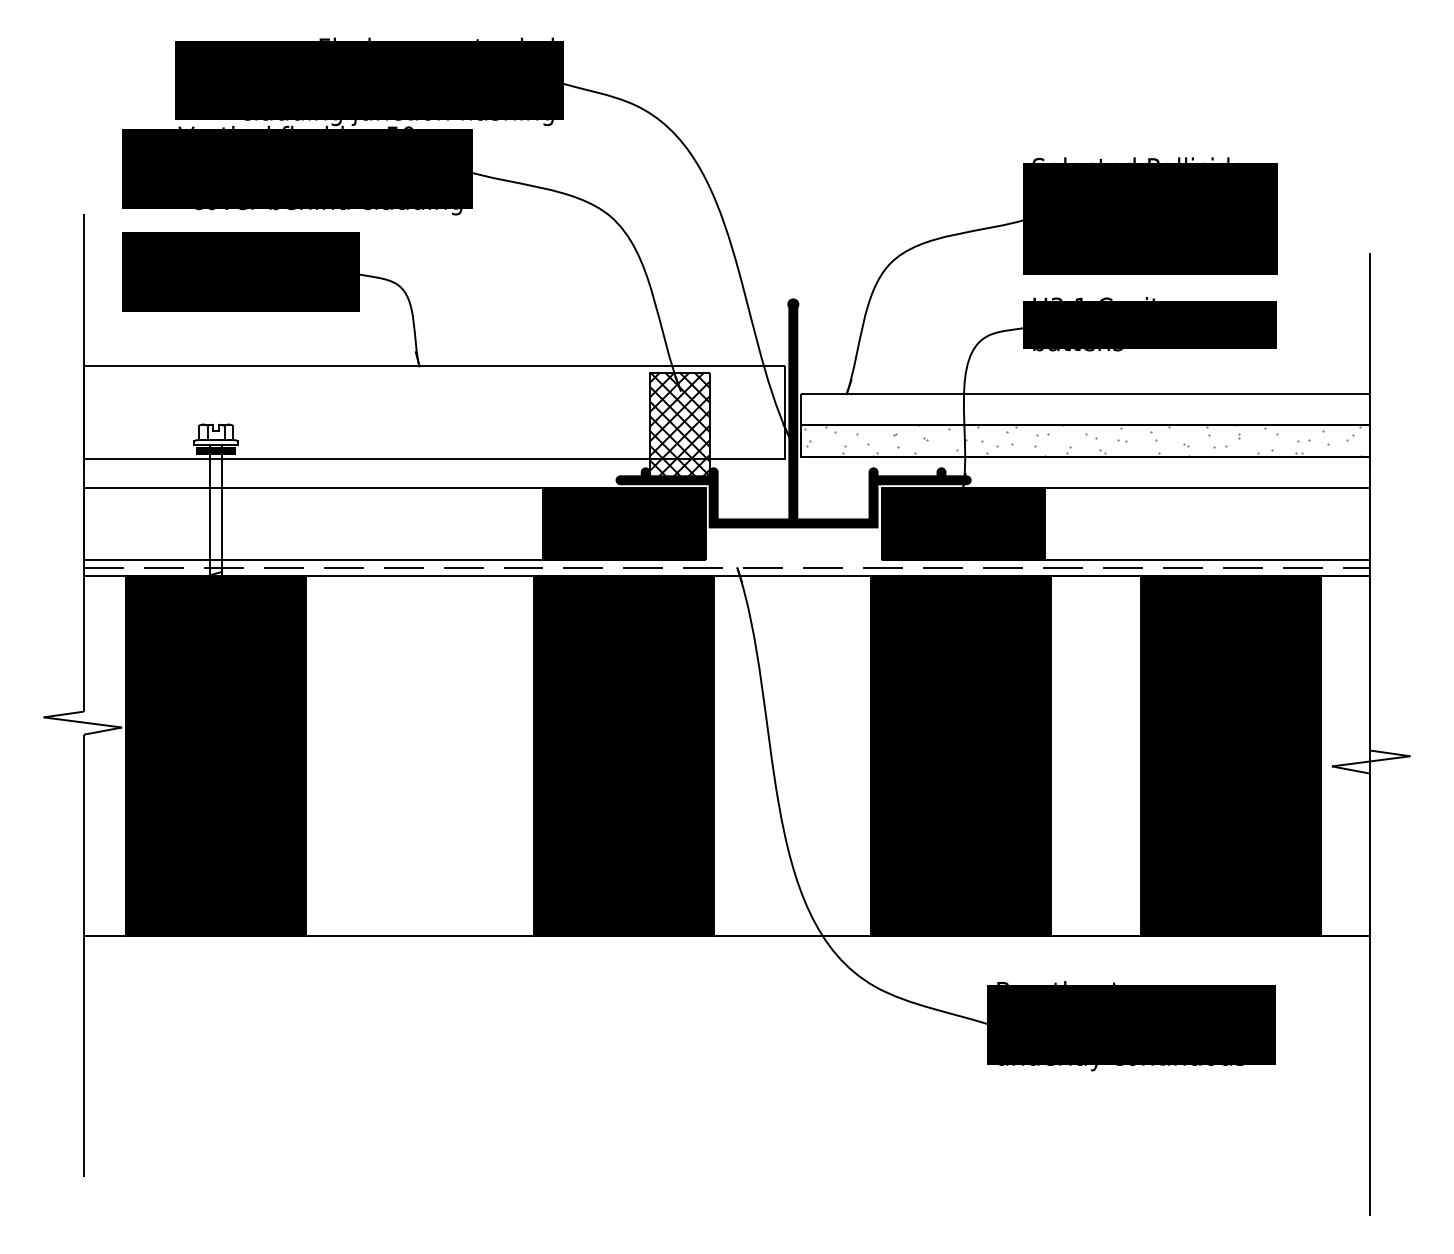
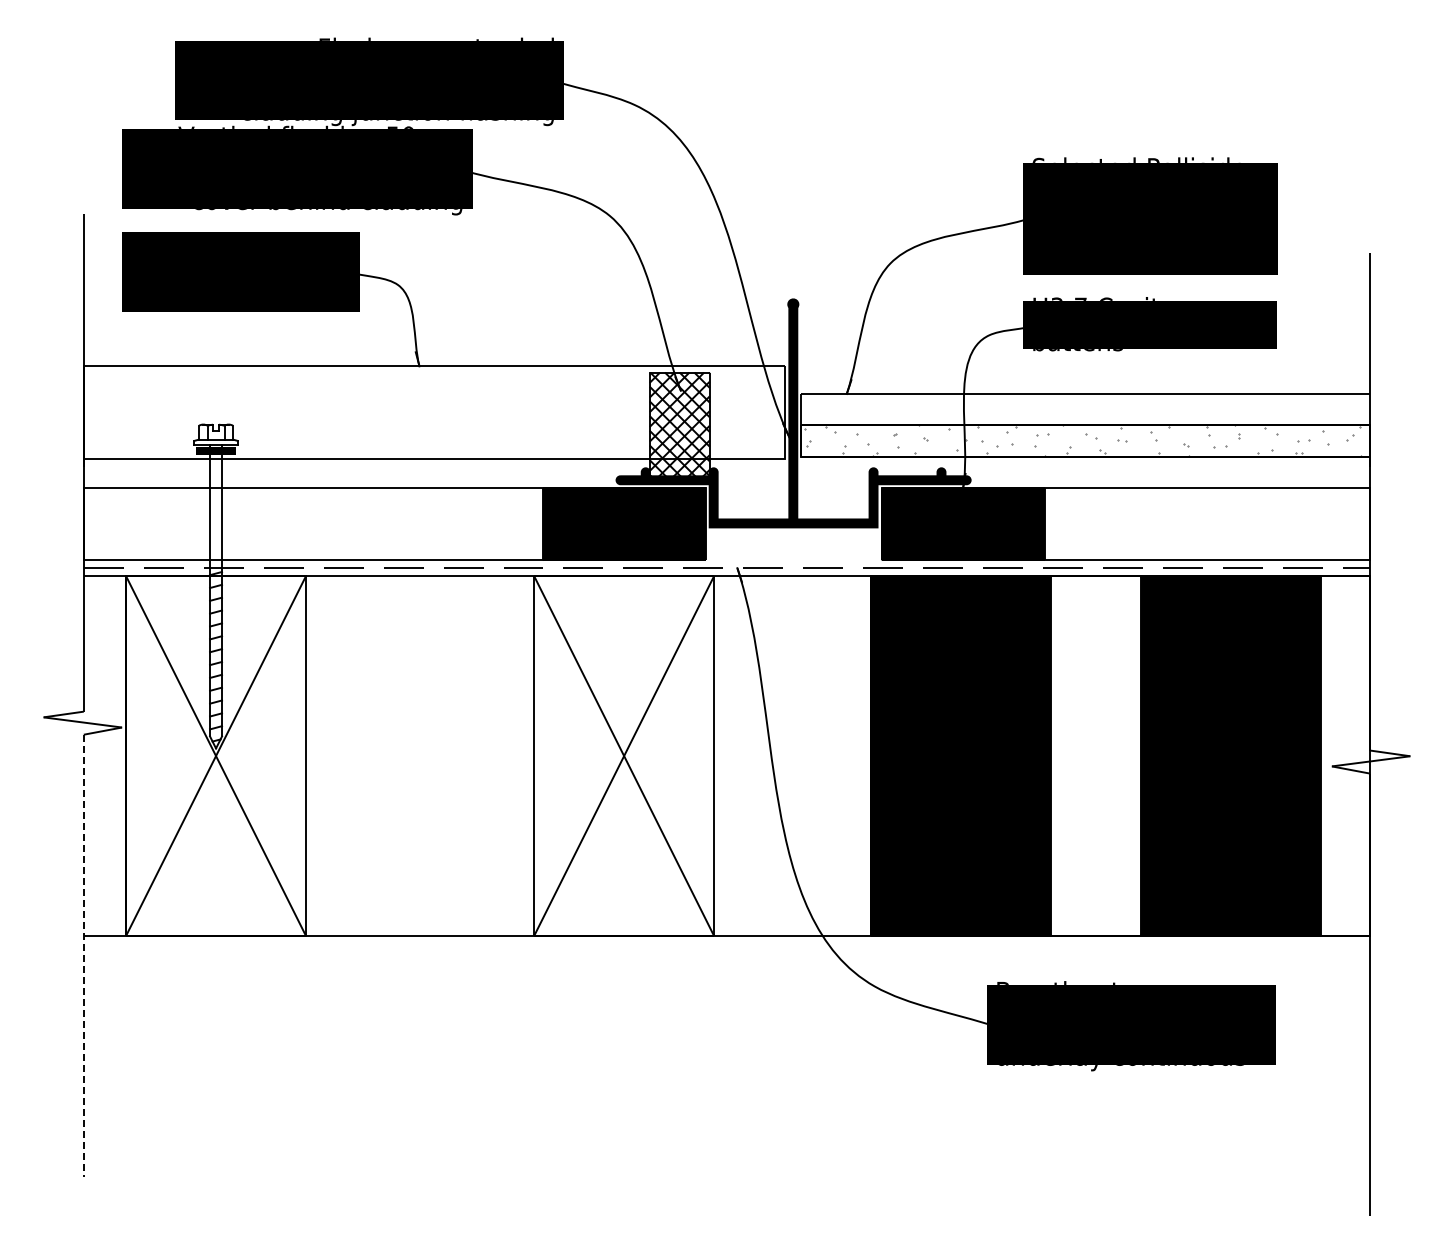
text at (1080, 298): H3.1 -> H3.7
fill at (215, 755): present -> none
fill at (624, 755): present -> none
line at (83, 956): solid -> dashed
